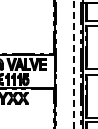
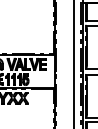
line at (74, 64): dashed -> solid
